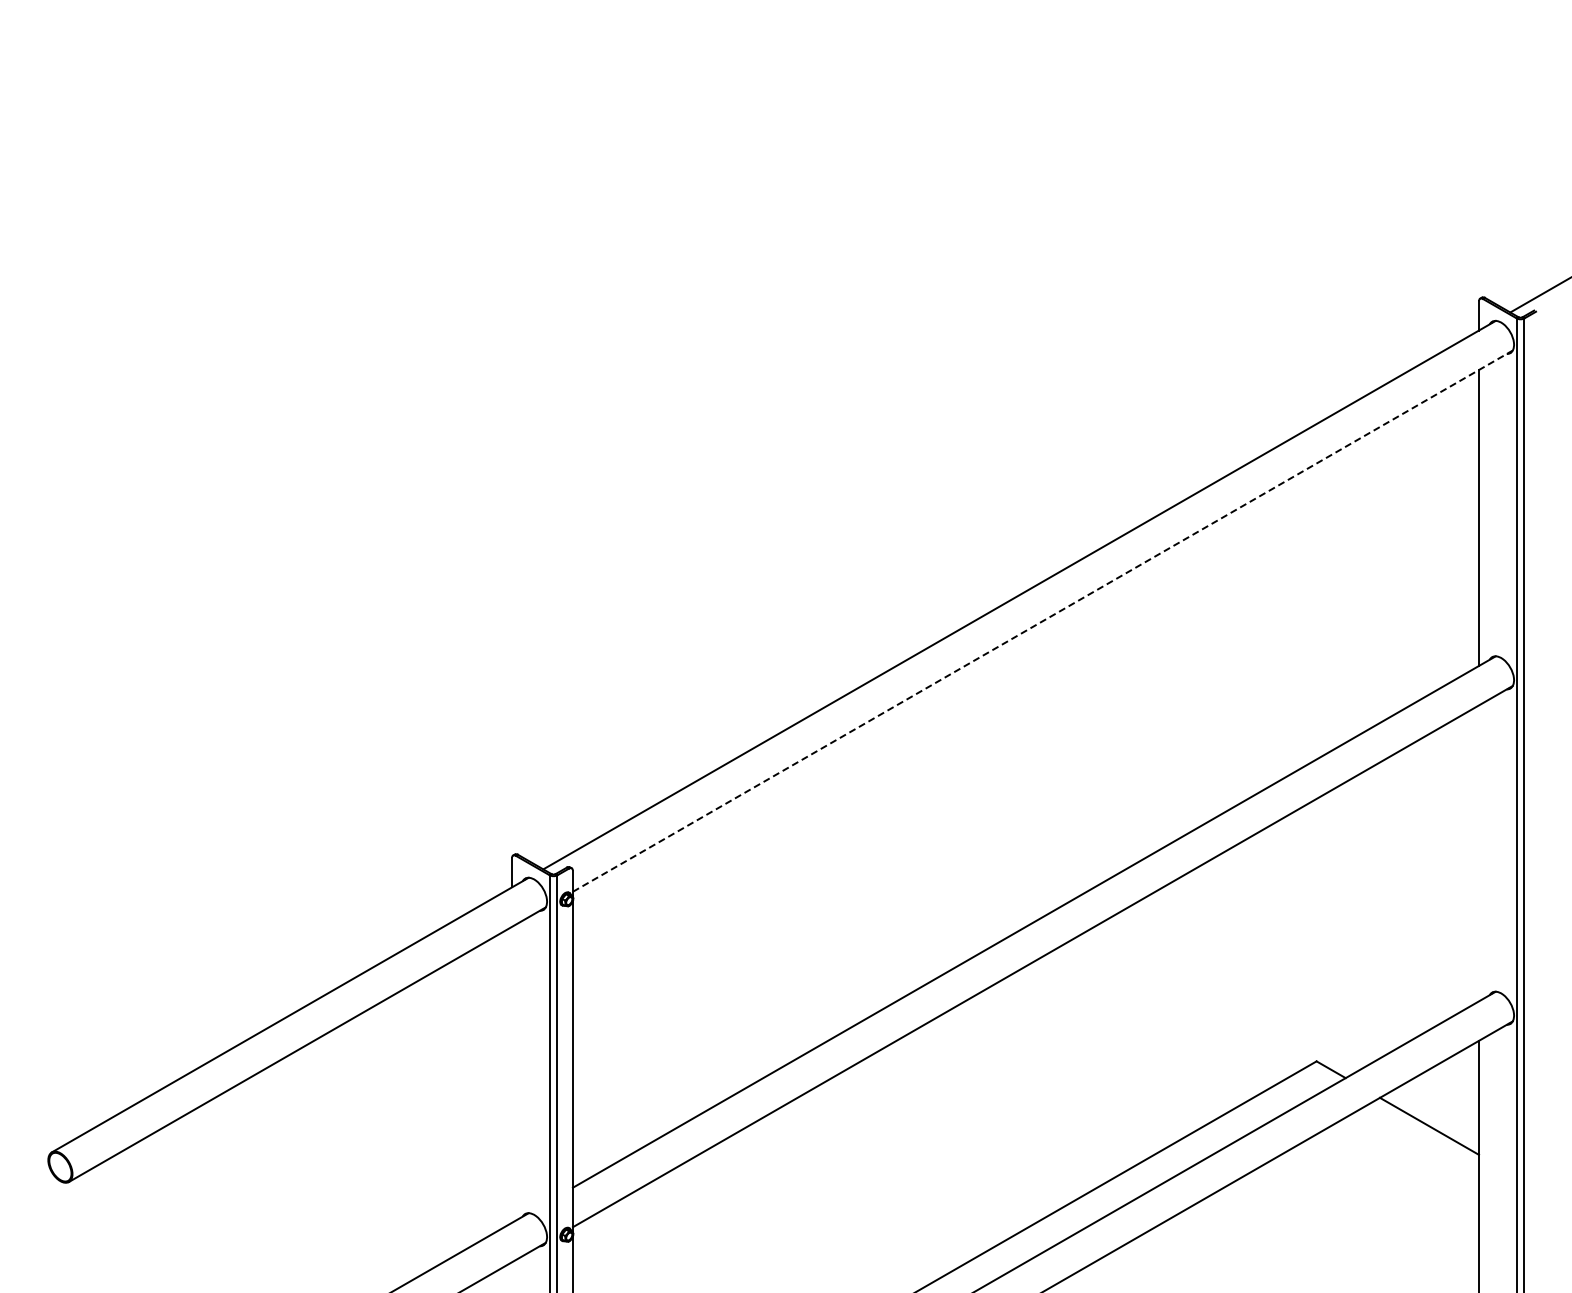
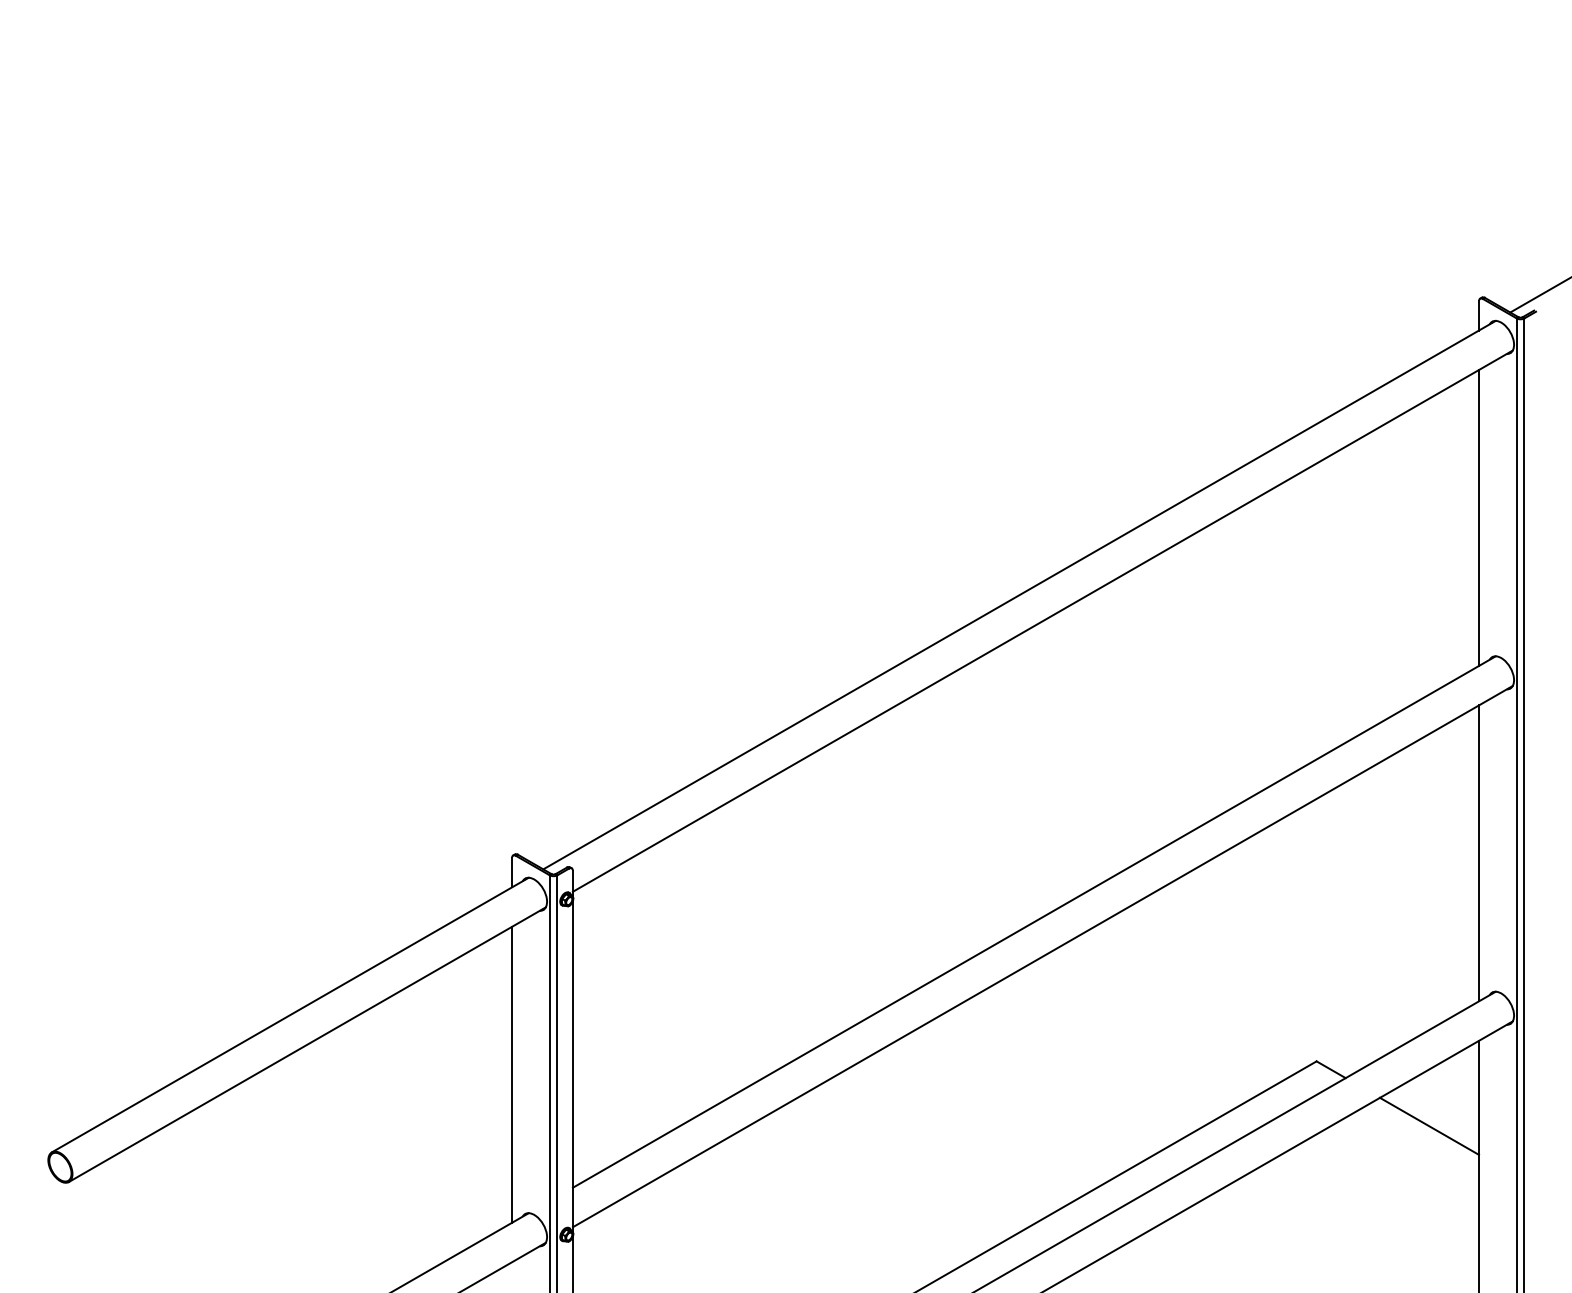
line at (1043, 620): dashed -> solid
line at (1479, 853): none -> present
line at (512, 1074): none -> present
